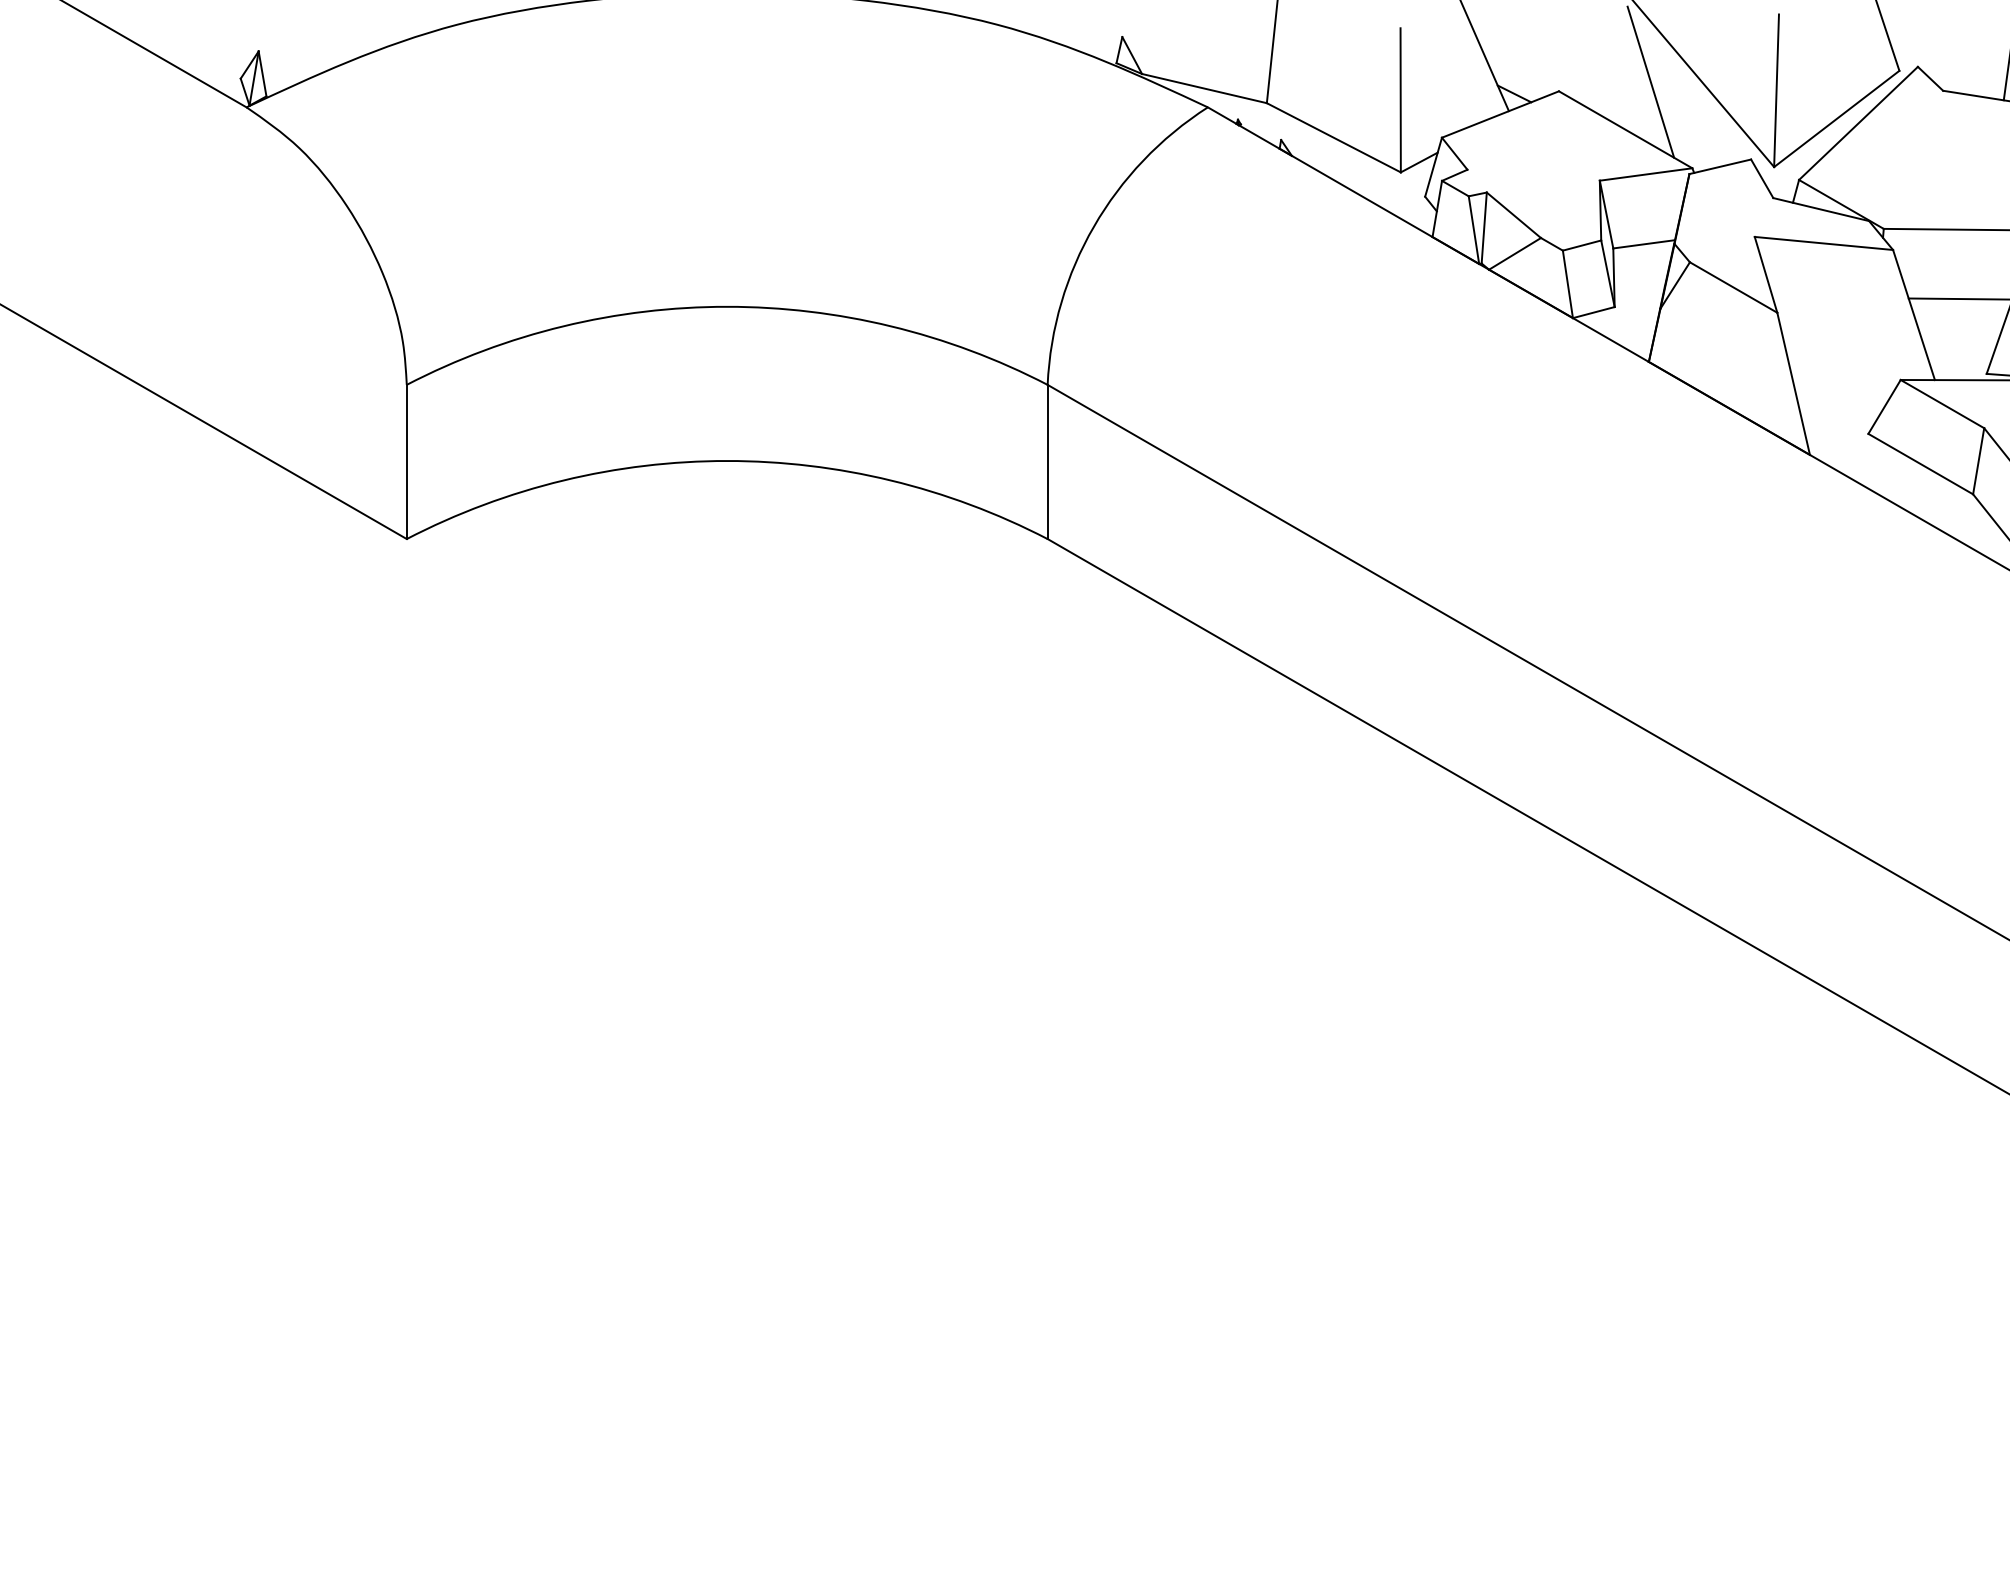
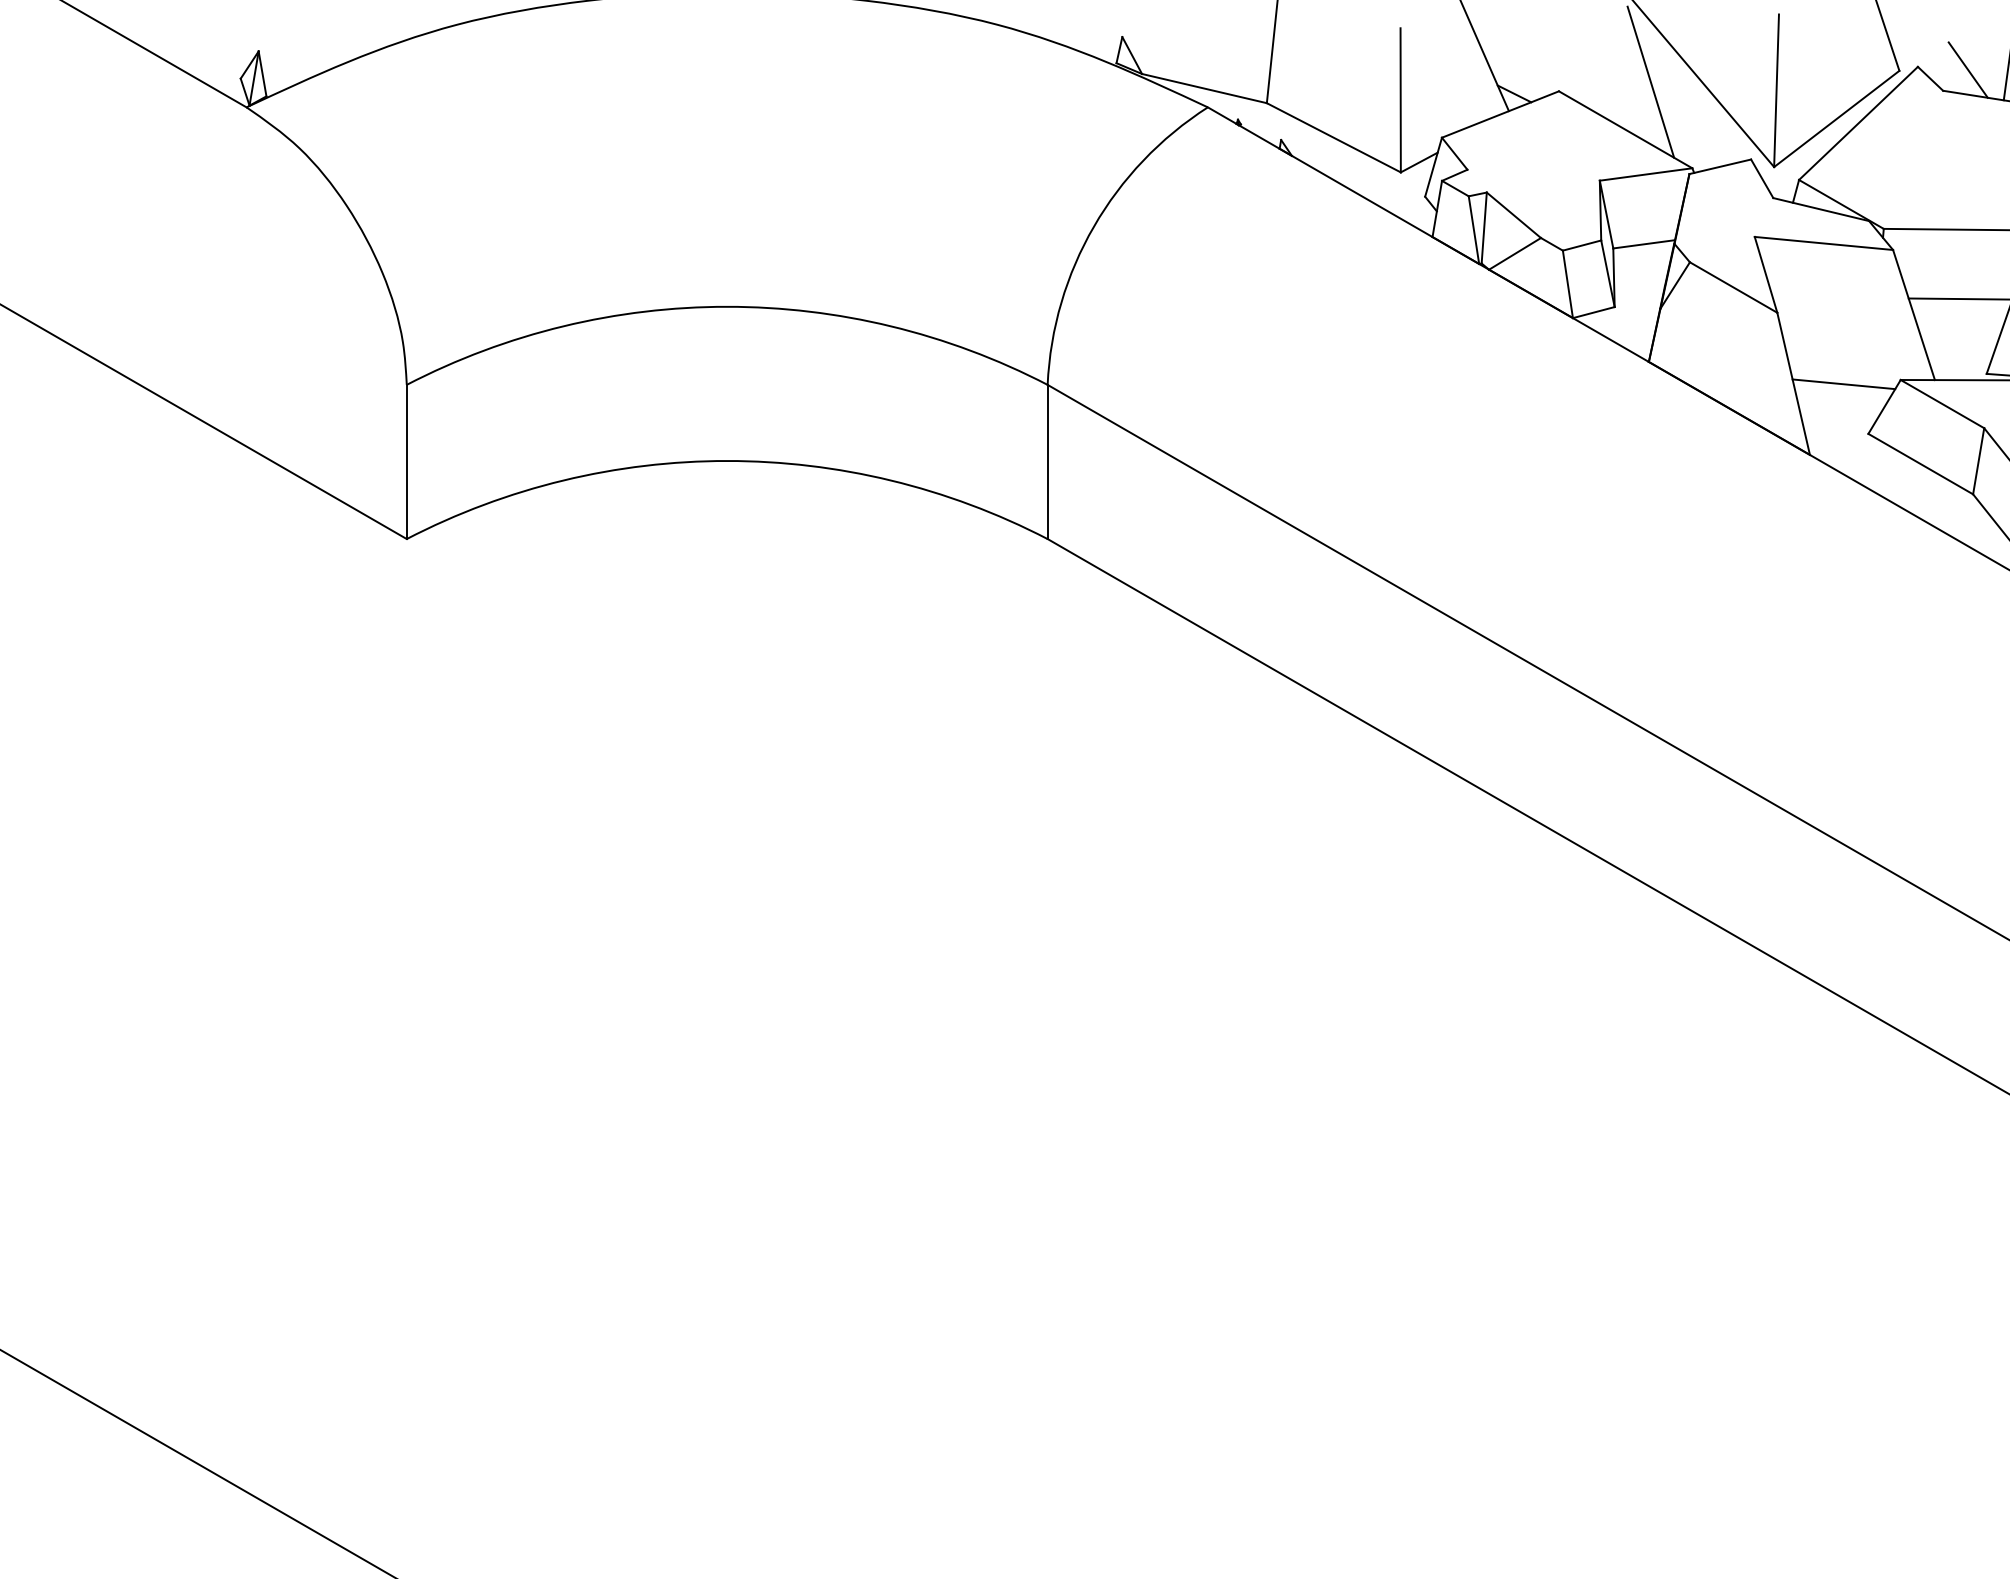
line at (1967, 69): none -> present
line at (1843, 384): none -> present
line at (196, 1462): none -> present
